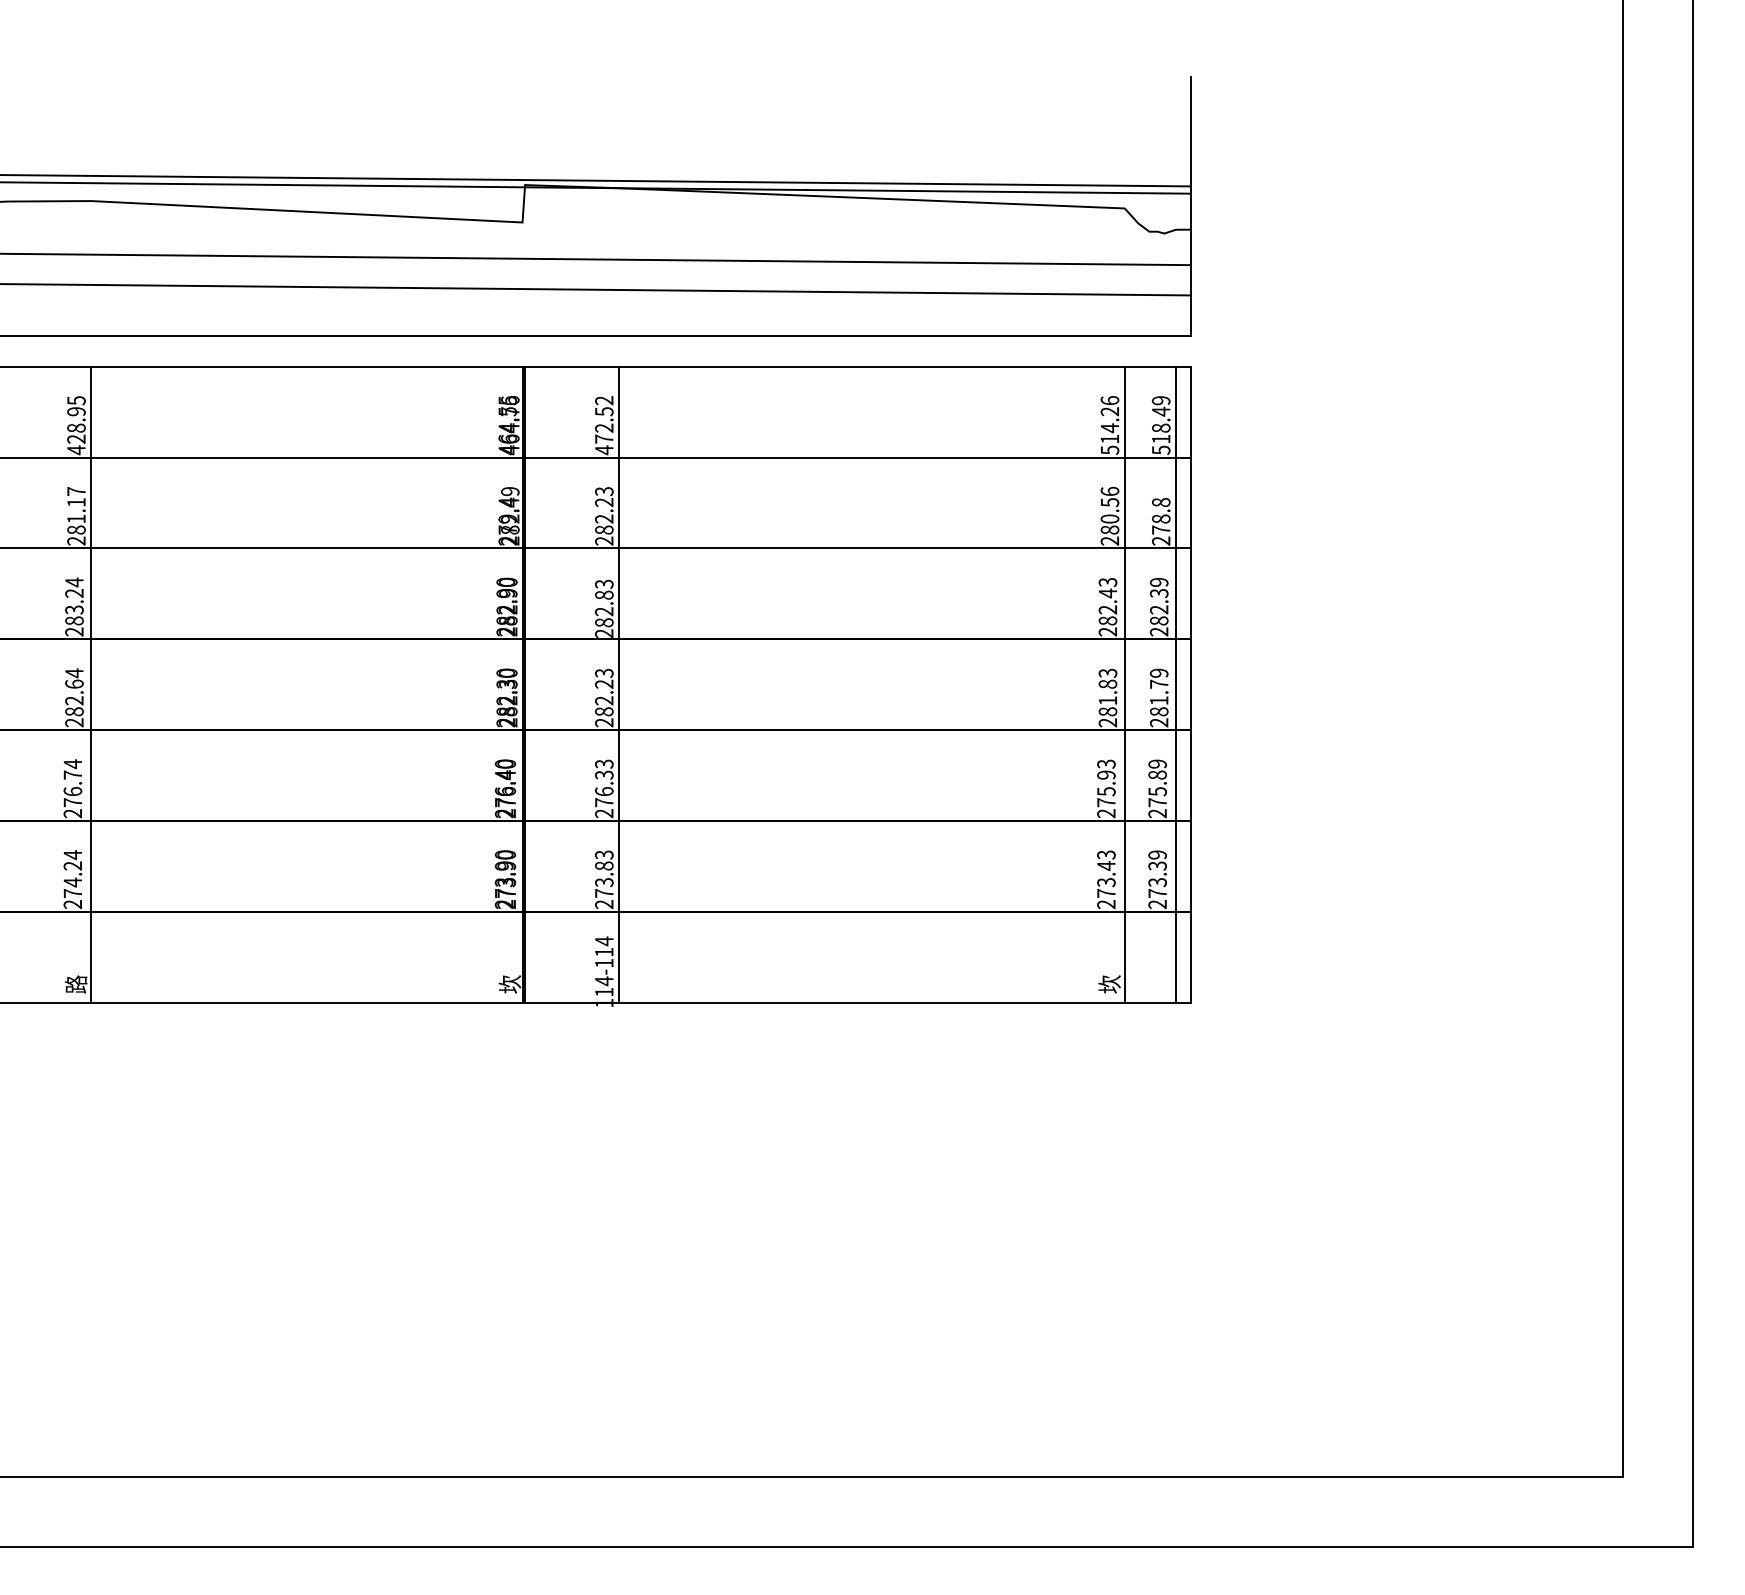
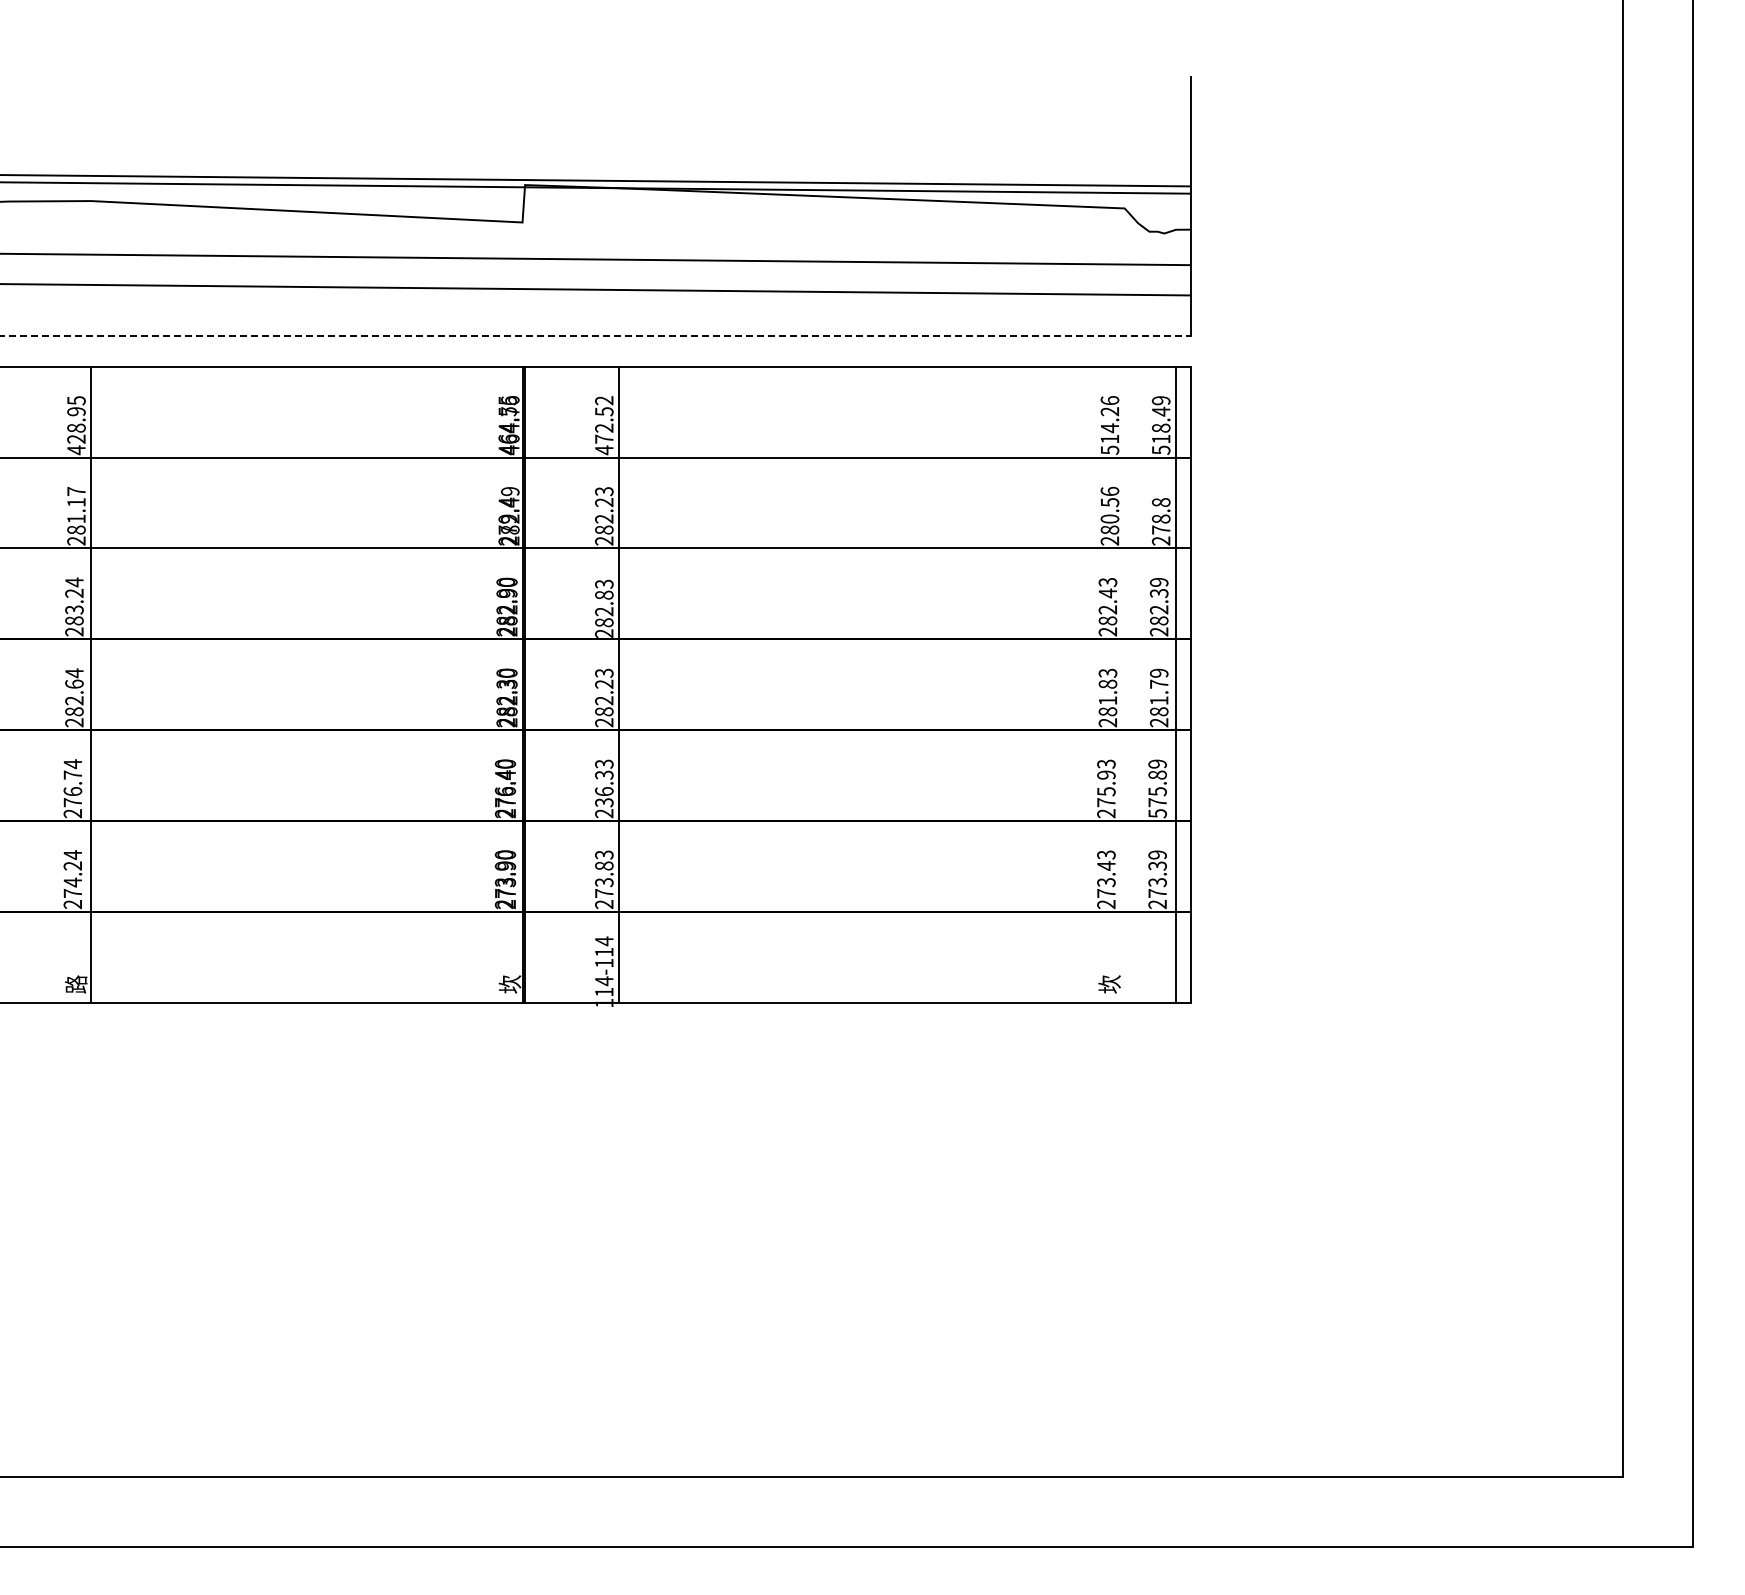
line at (595, 336): solid -> dashed
line at (1124, 684): present -> none
text at (604, 802): 276.33 -> 236.33
text at (1157, 813): 275.89 -> 575.89
